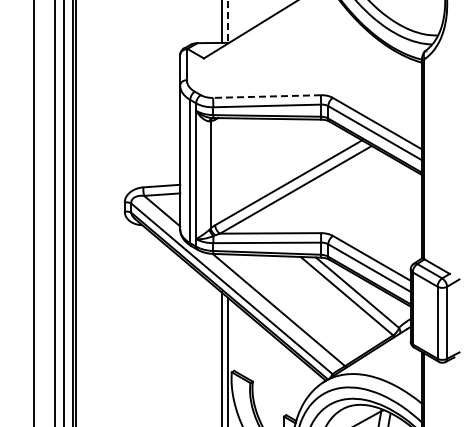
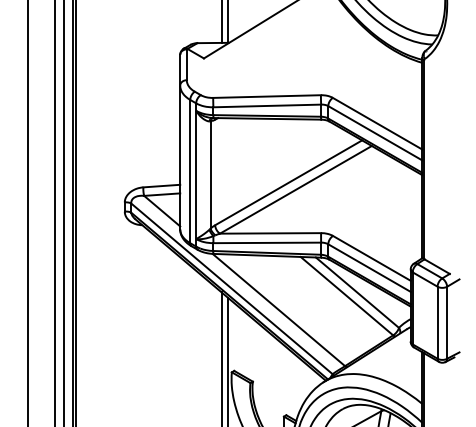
line at (228, 22): dashed -> solid
line at (267, 96): dashed -> solid
line at (33, 212) position: (33, 212) -> (27, 212)
